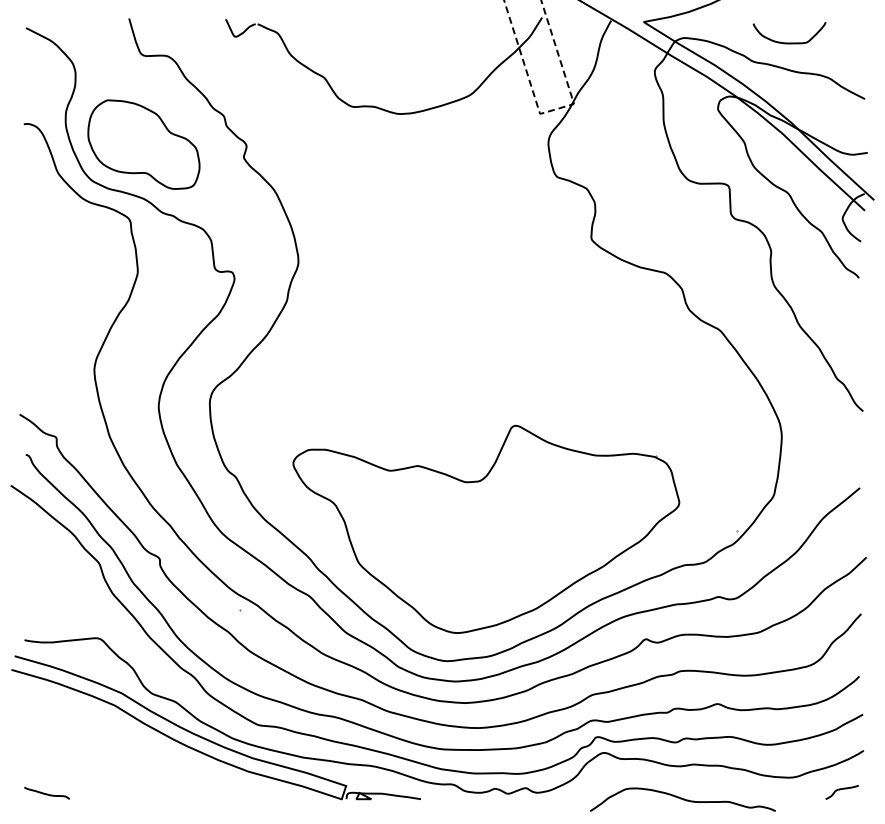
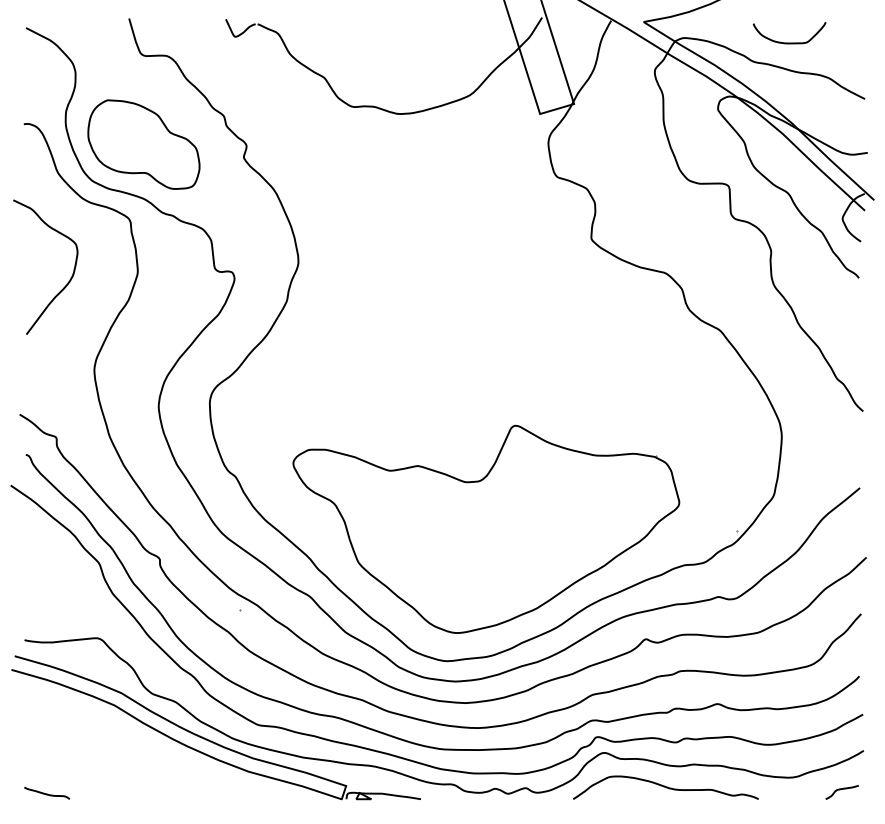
line at (551, 110): dashed -> solid
curve at (67, 282): none -> present
curve at (682, 799) position: (682, 799) -> (665, 787)
